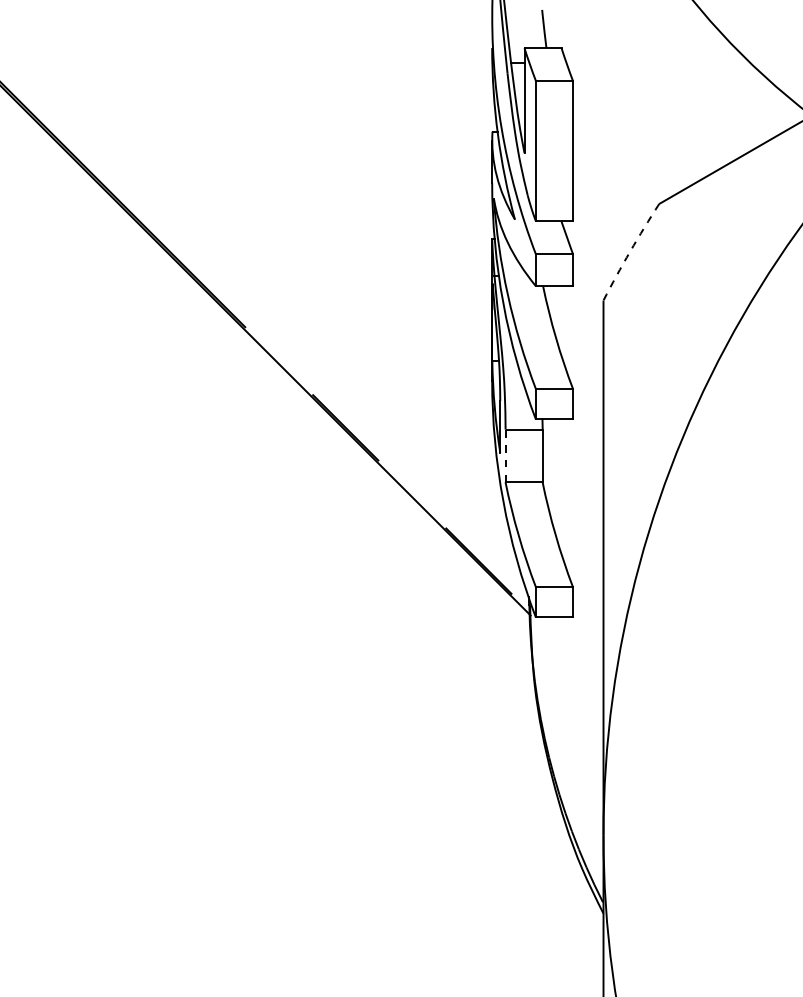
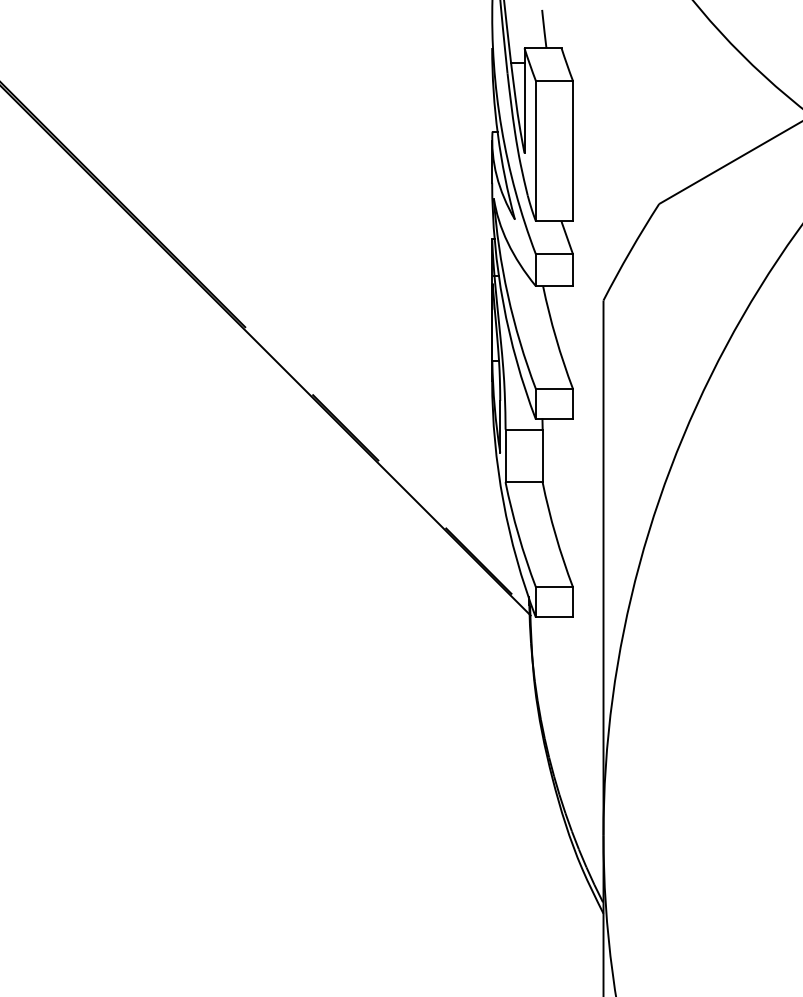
arc at (630, 251): dashed -> solid
line at (505, 455): dashed -> solid
